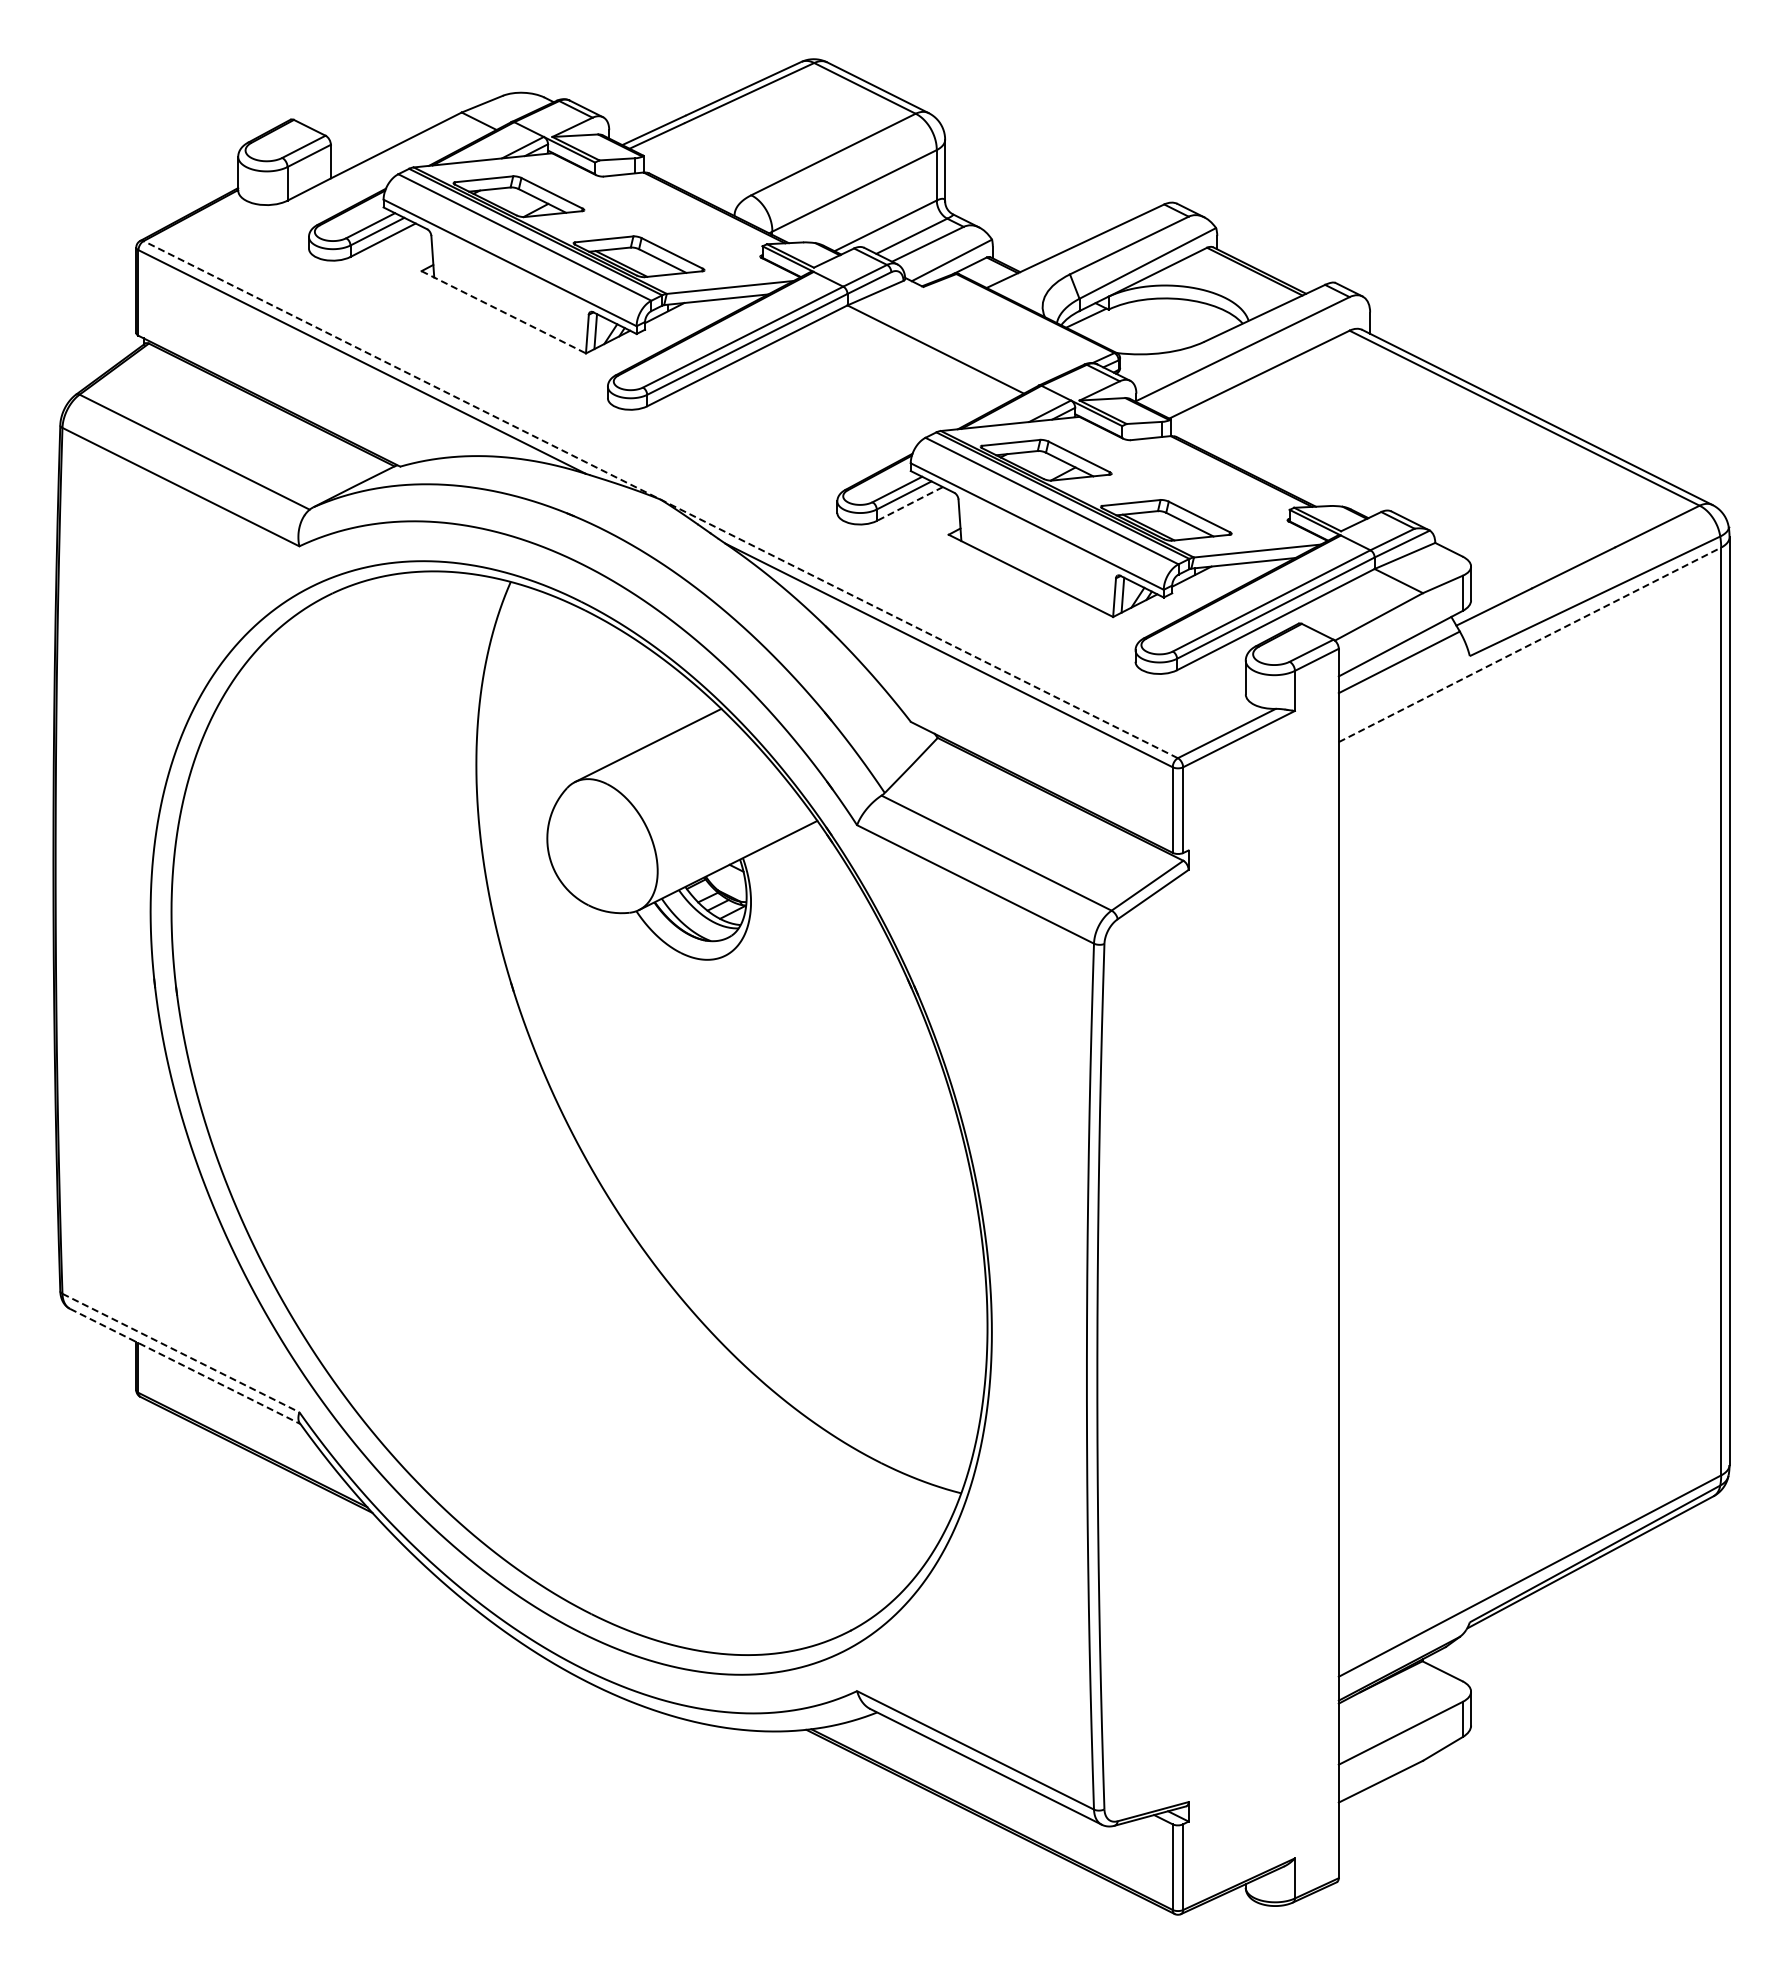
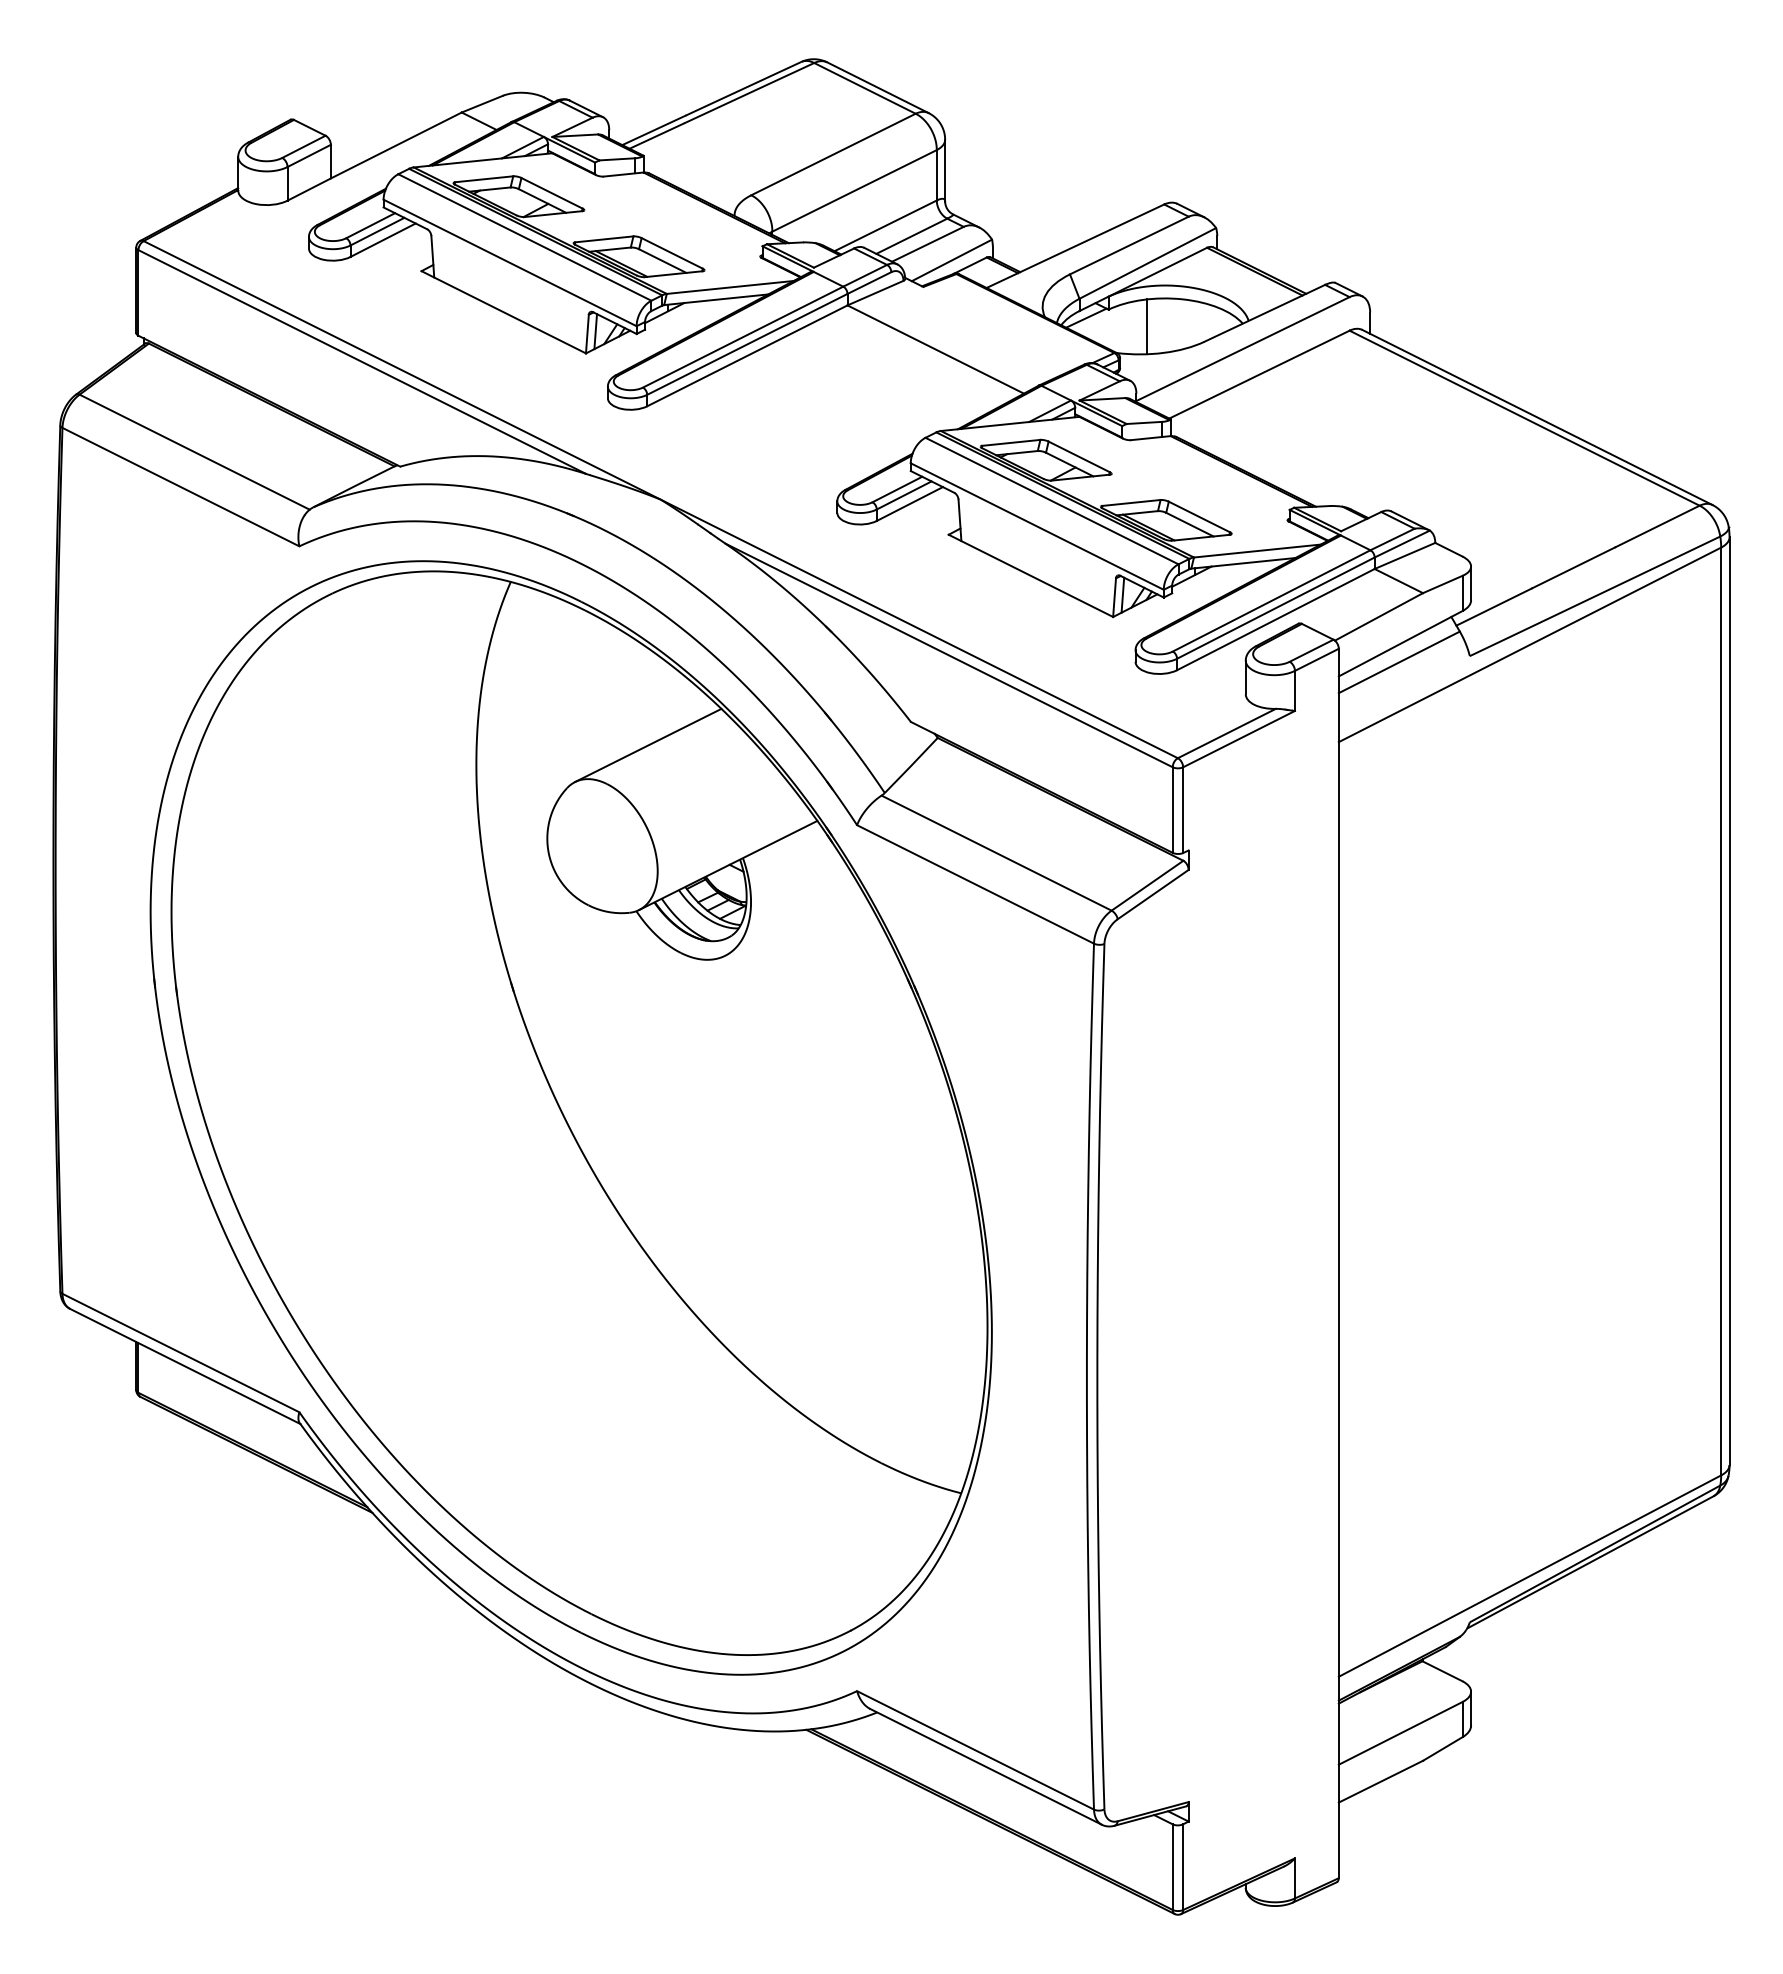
line at (503, 312): dashed -> solid
line at (1146, 326): none -> present
line at (660, 499): dashed -> solid
line at (909, 504): dashed -> solid
line at (1530, 644): dashed -> solid
line at (181, 1353): dashed -> solid
line at (185, 1366): dashed -> solid
